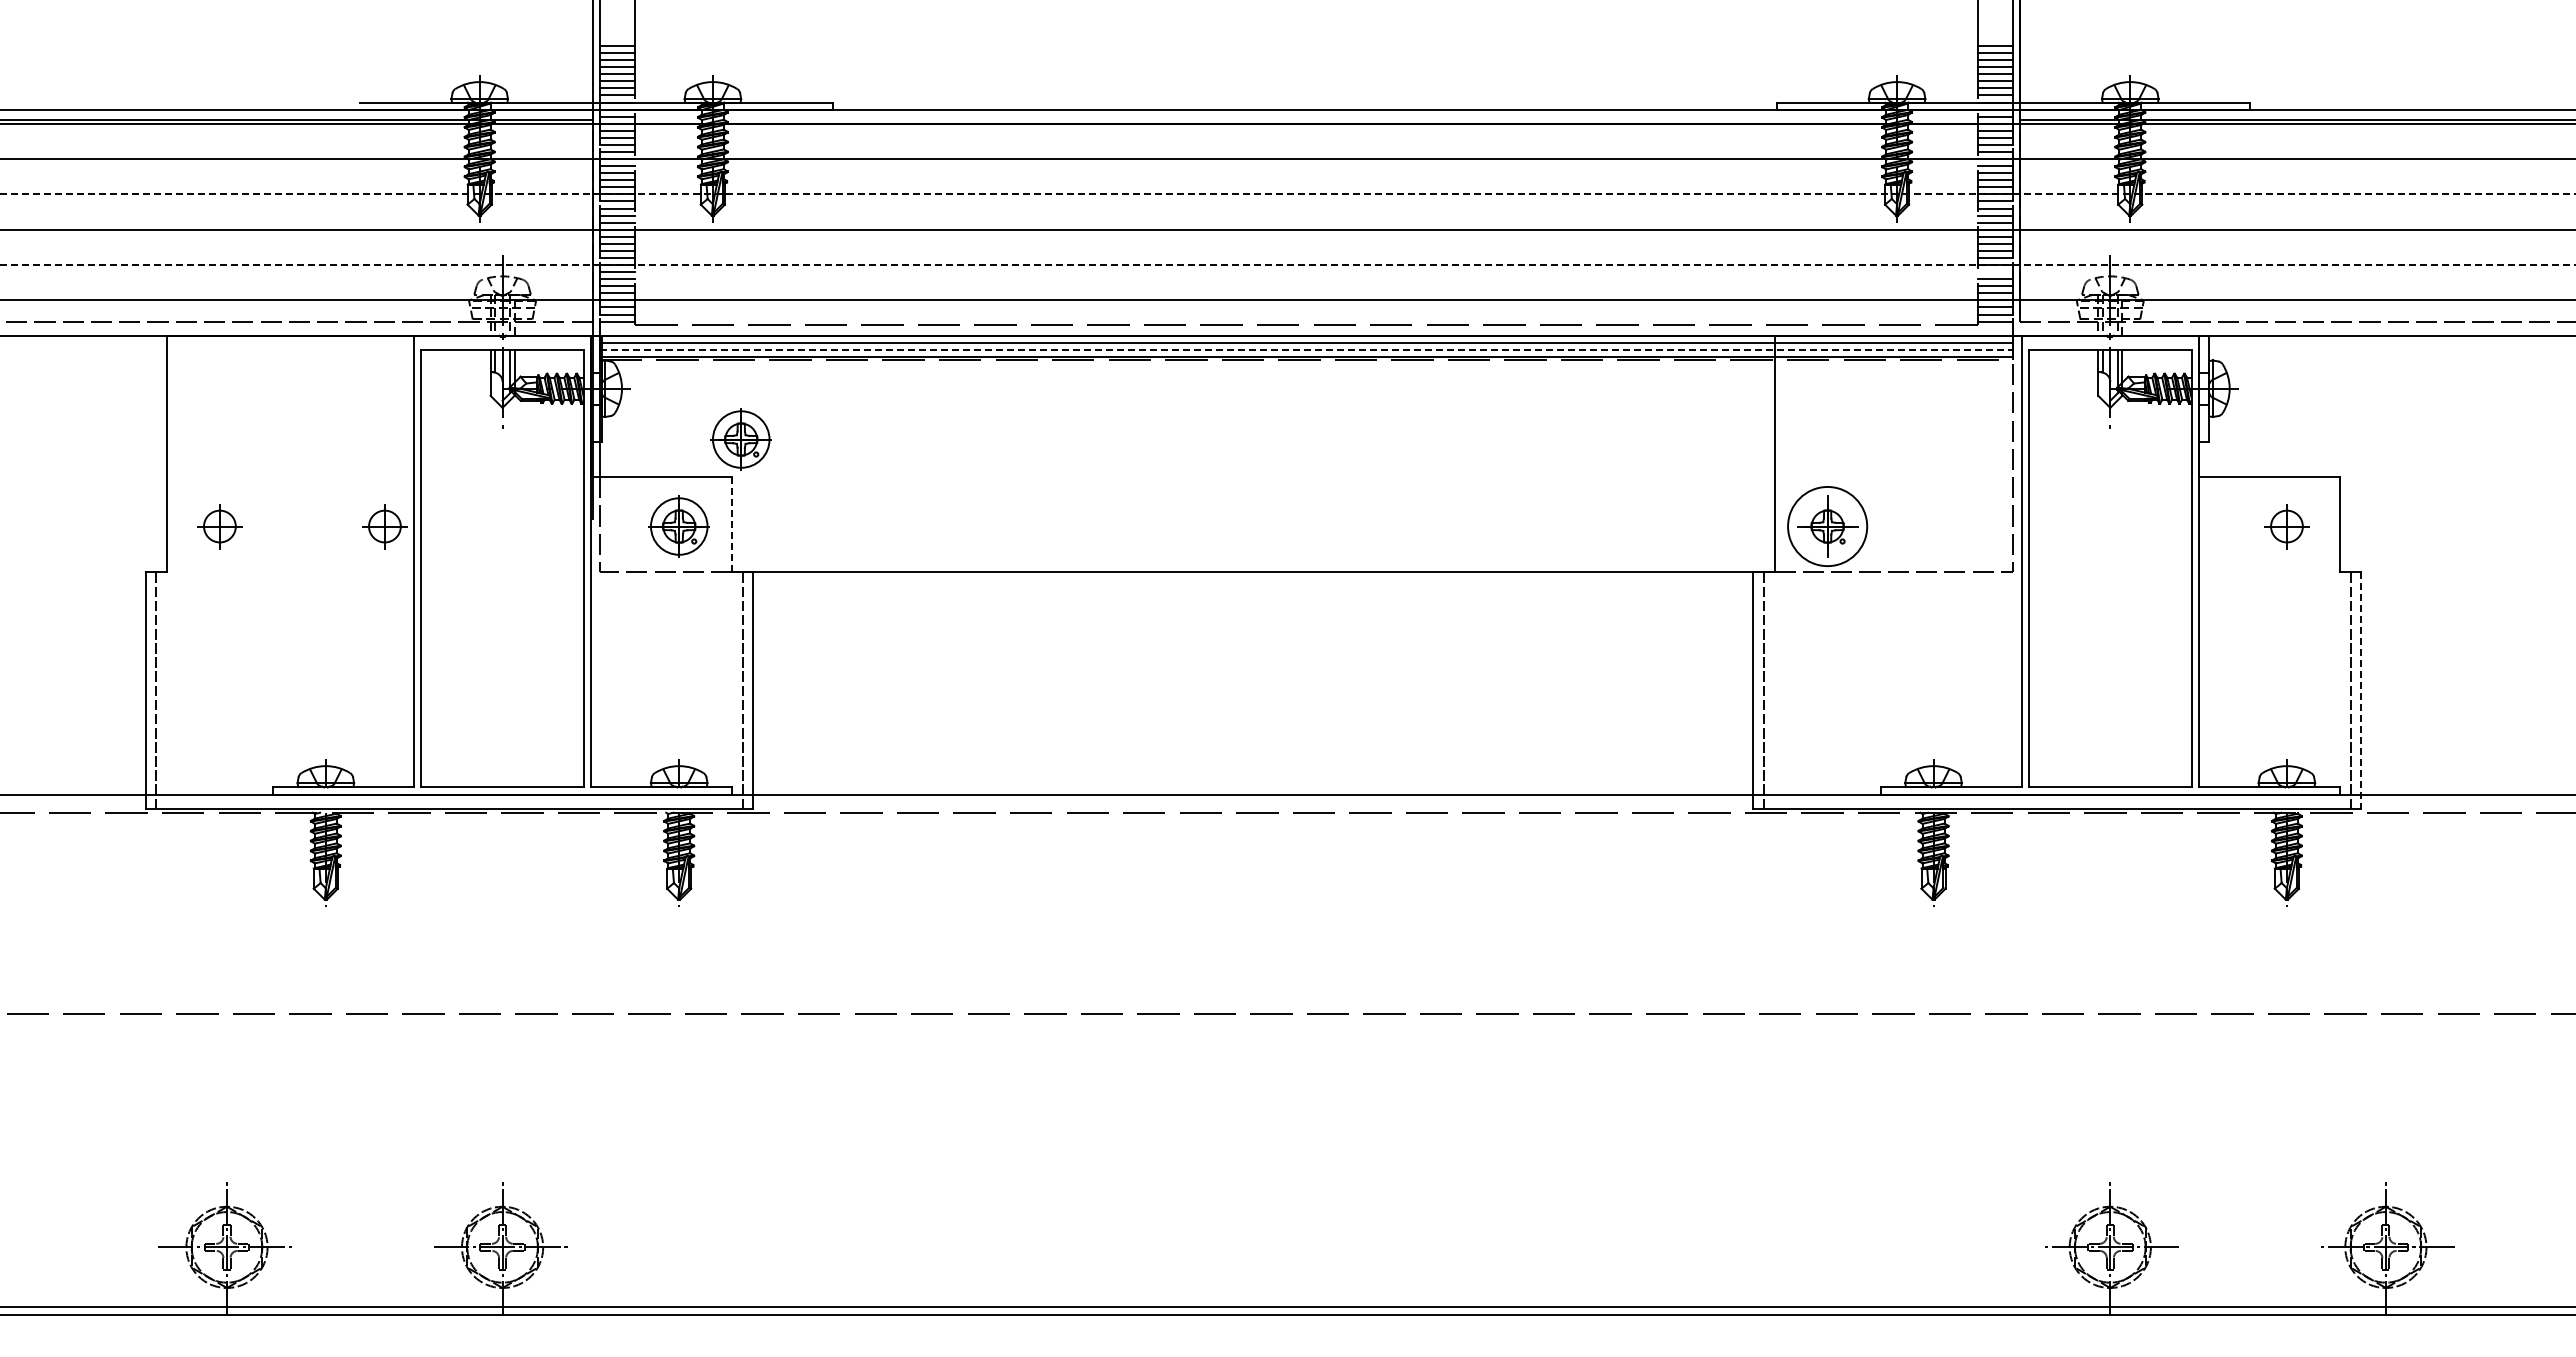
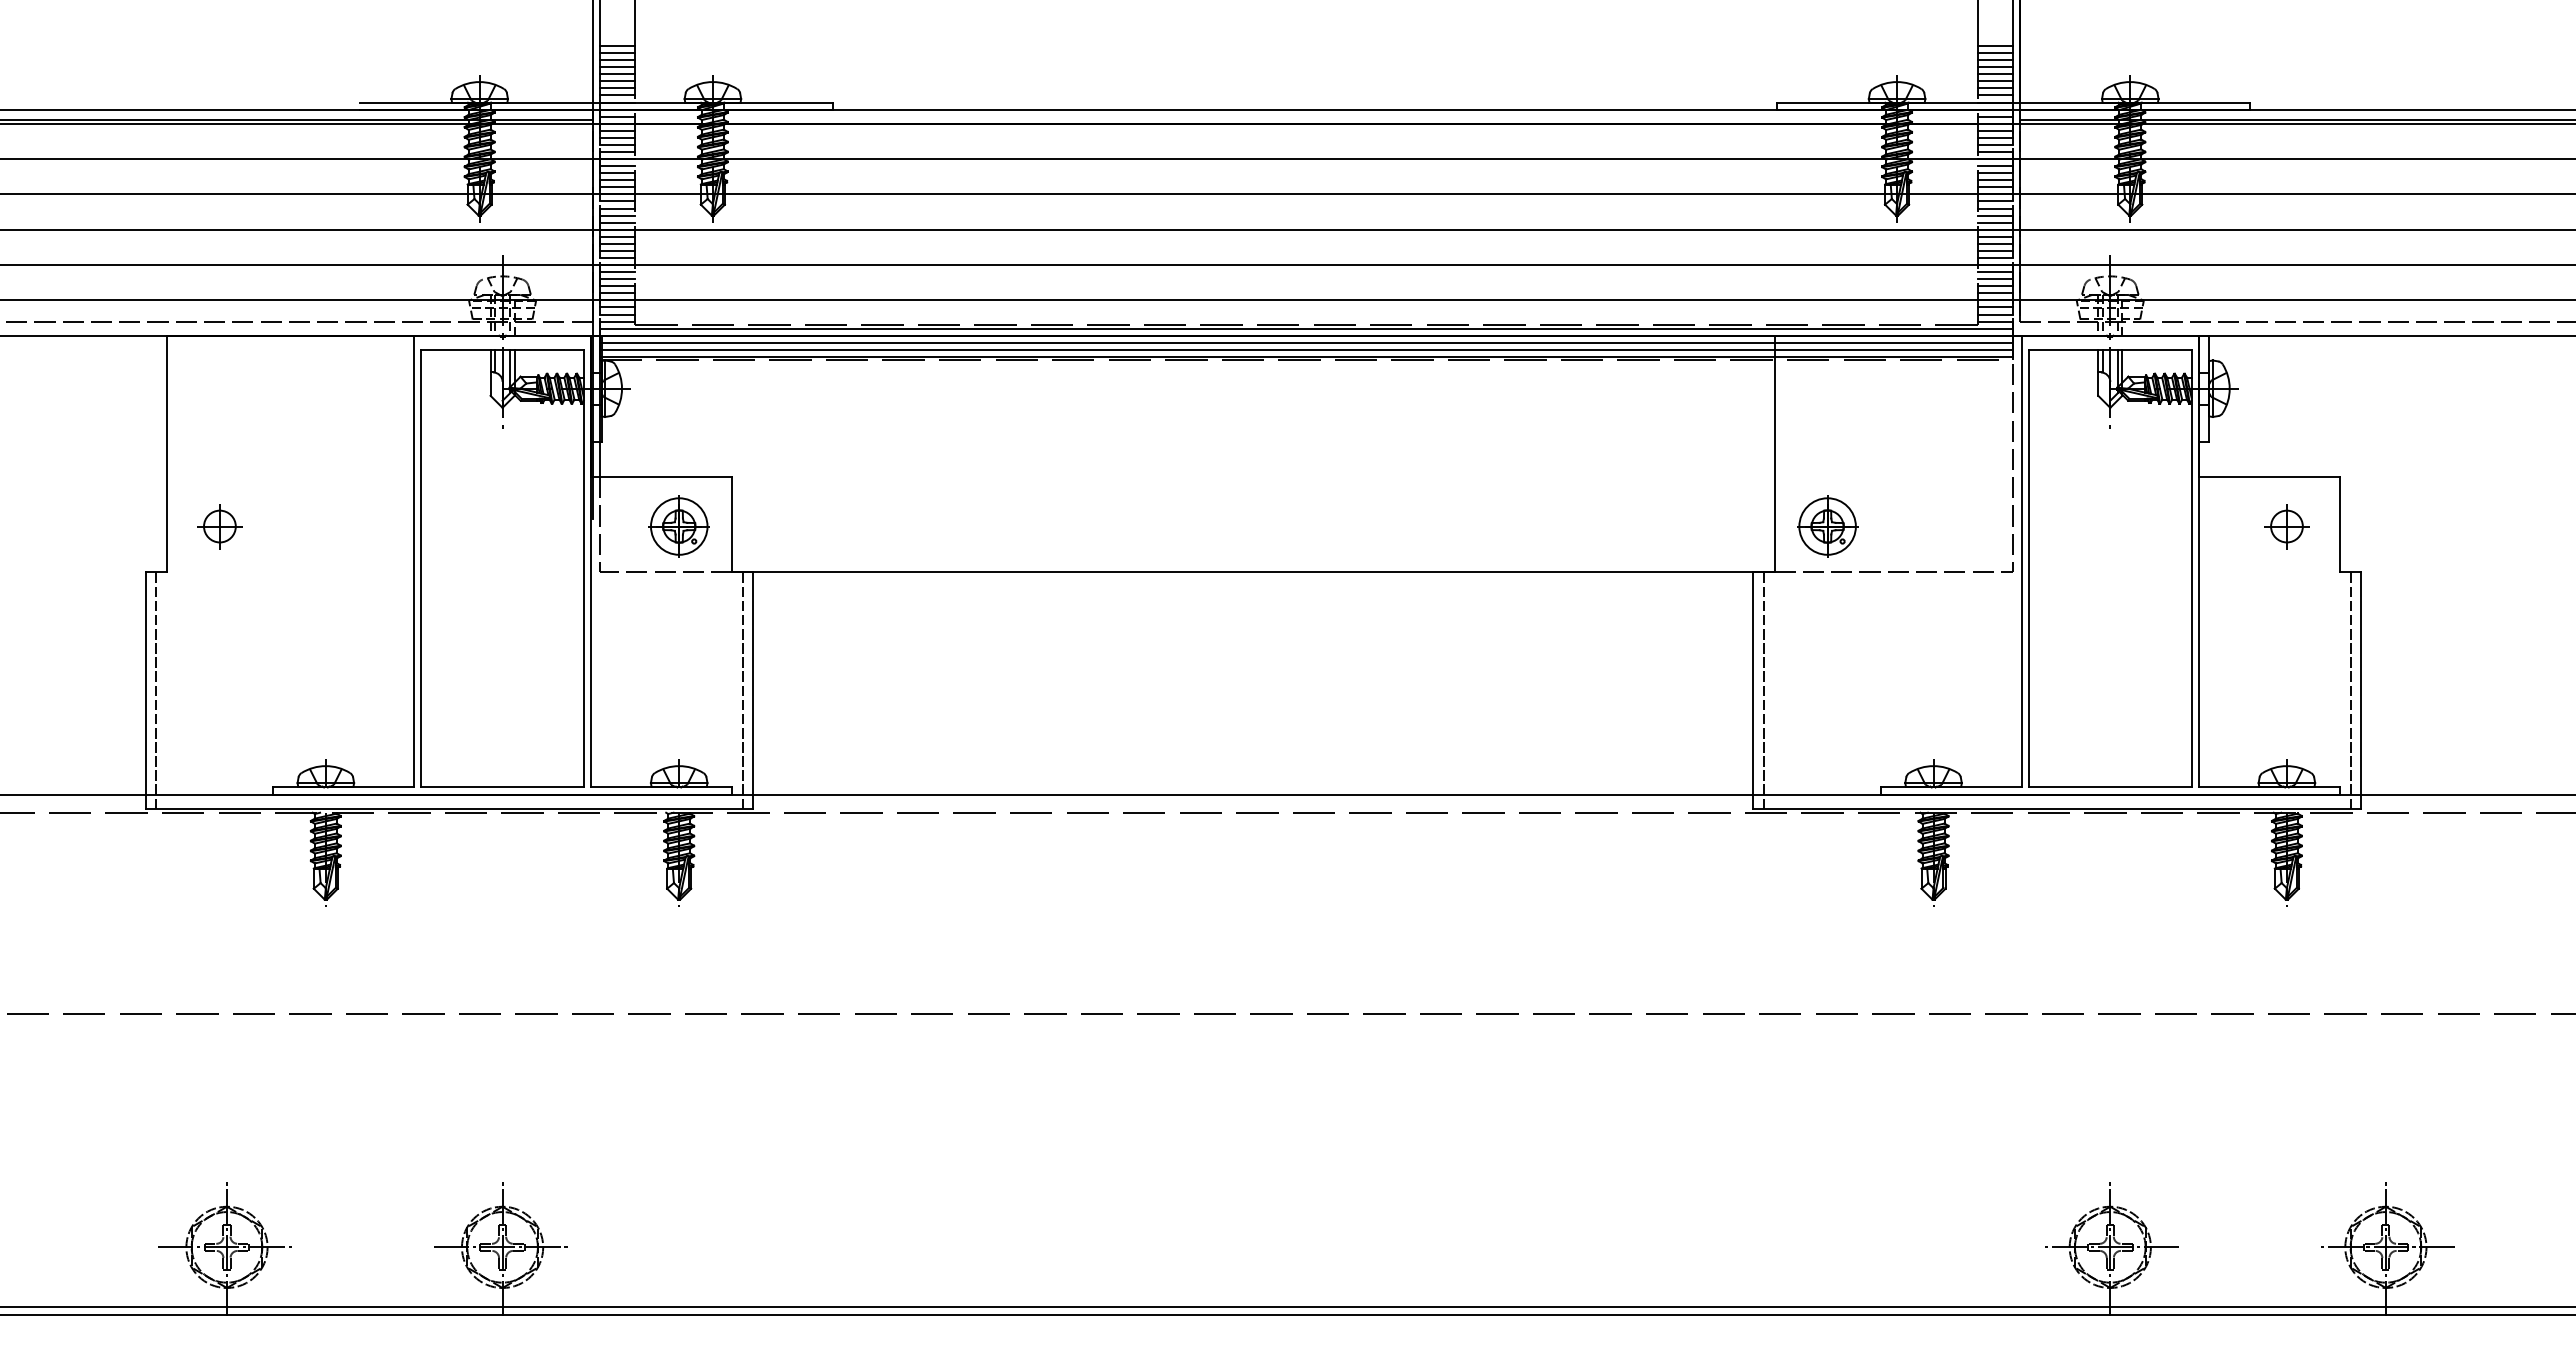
line at (1287, 194): dashed -> solid
line at (1287, 265): dashed -> solid
line at (1995, 272): none -> present
line at (1306, 328): none -> present
line at (1306, 349): dashed -> solid
part at (740, 439): present -> none
line at (732, 524): dashed -> solid
part at (384, 526): present -> none
circle at (1827, 526) diameter: 79 px -> 57 px
line at (2361, 691): dashed -> solid
